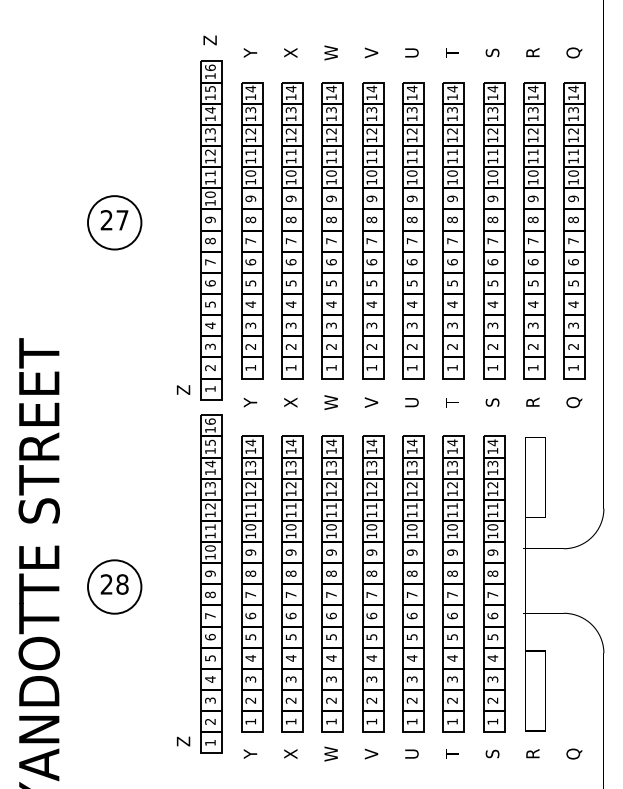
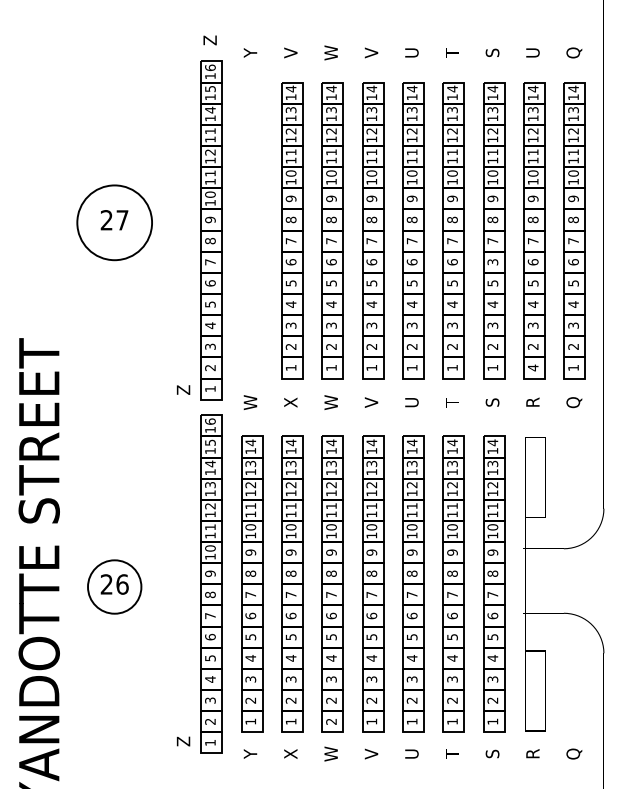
text at (290, 52): X -> V
text at (532, 52): R -> U
text at (210, 131): 13 -> 11
circle at (114, 222) diameter: 53 px -> 75 px
part at (252, 230): present -> none
text at (492, 262): 6 -> 3
text at (533, 367): 1 -> 4
text at (250, 402): Y -> W
text at (122, 584): 28 -> 26
text at (331, 721): 1 -> 2
